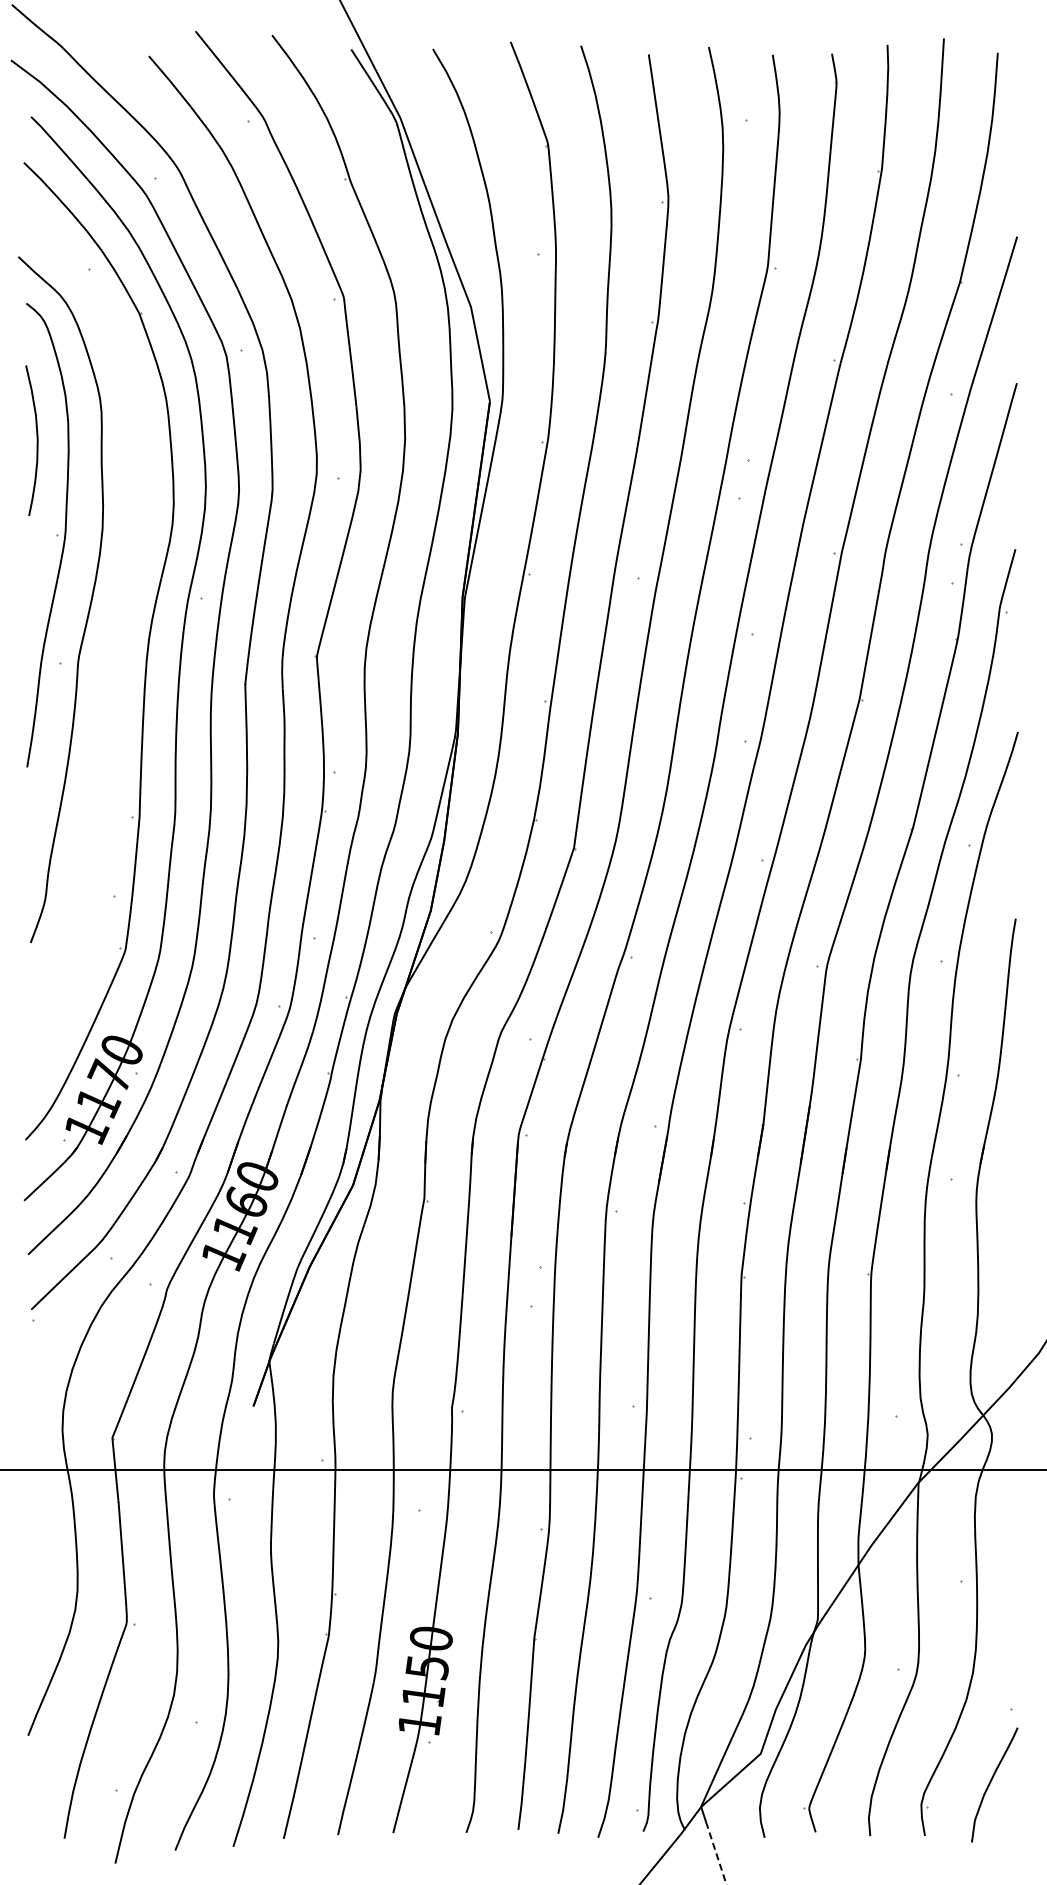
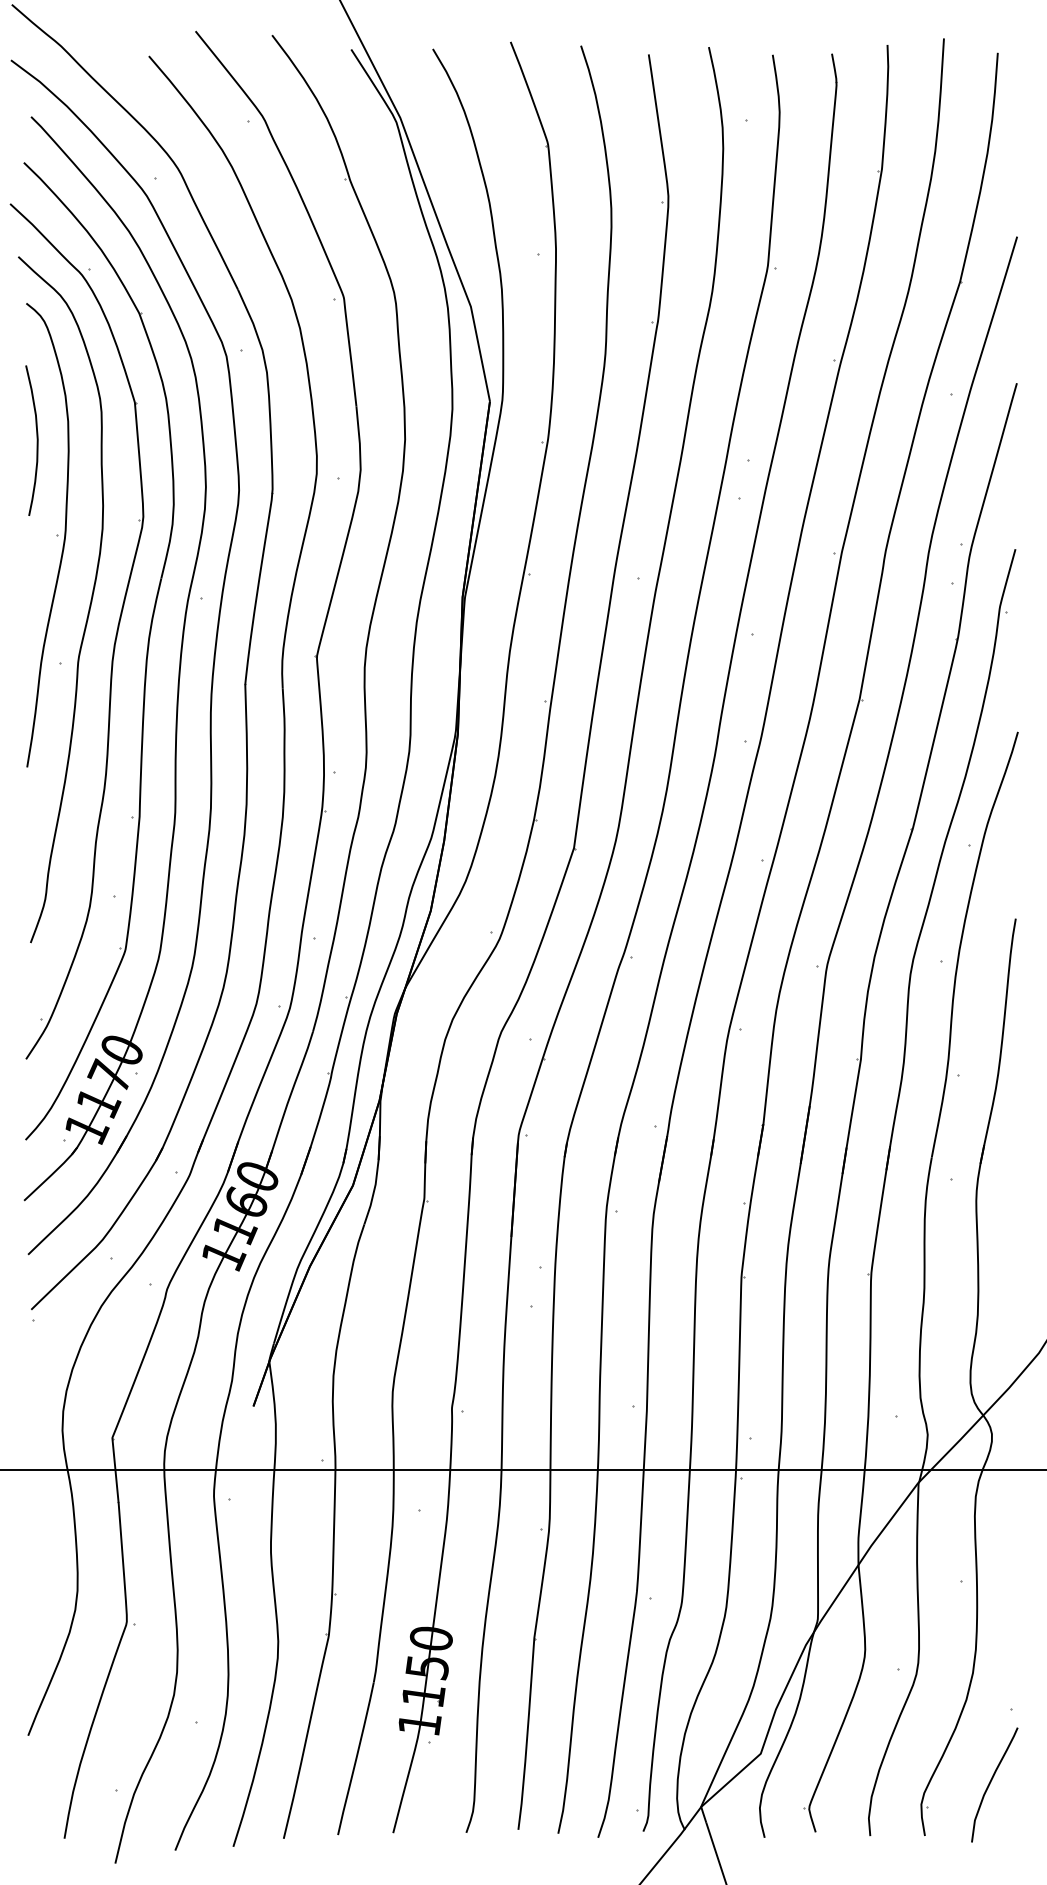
part at (114, 639): none -> present
line at (716, 1853): dashed -> solid
